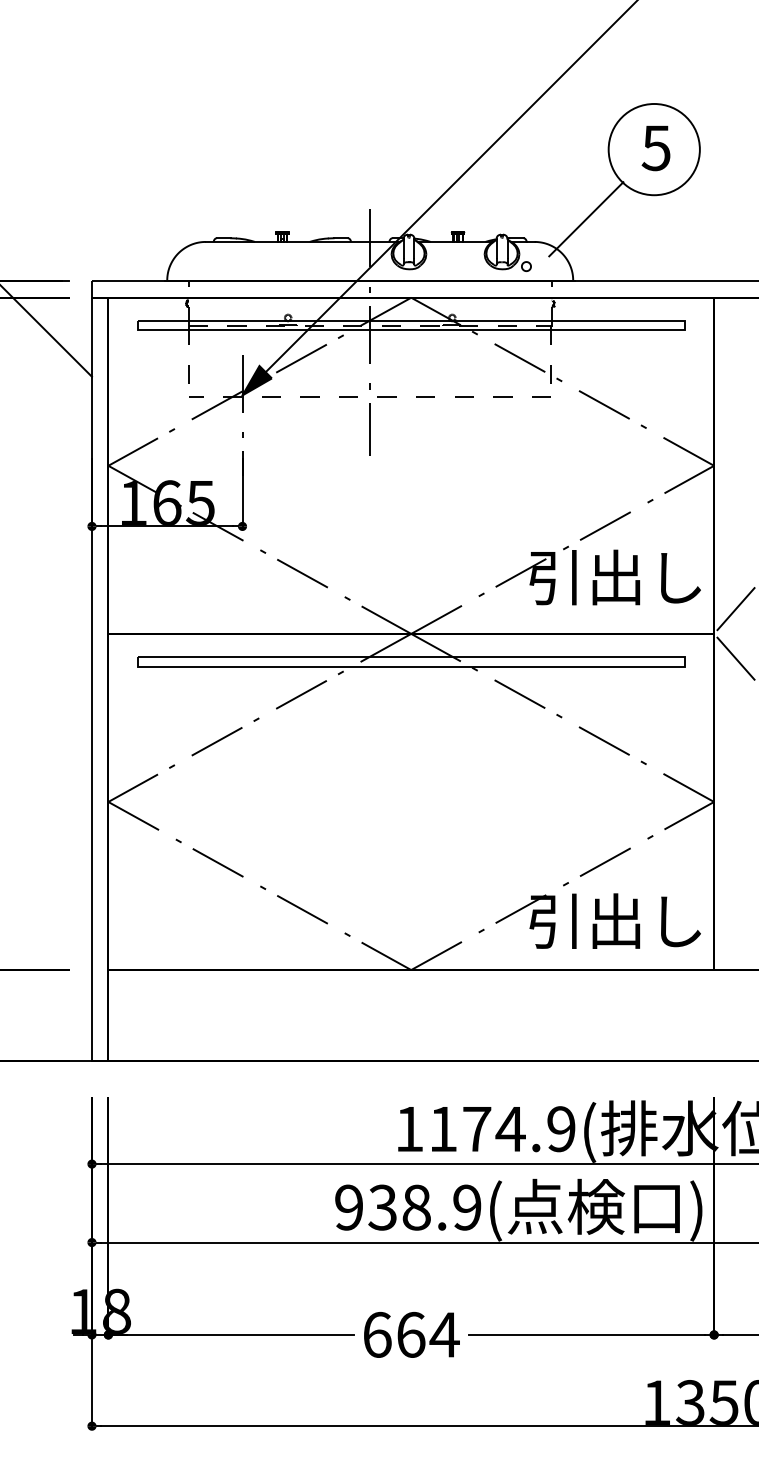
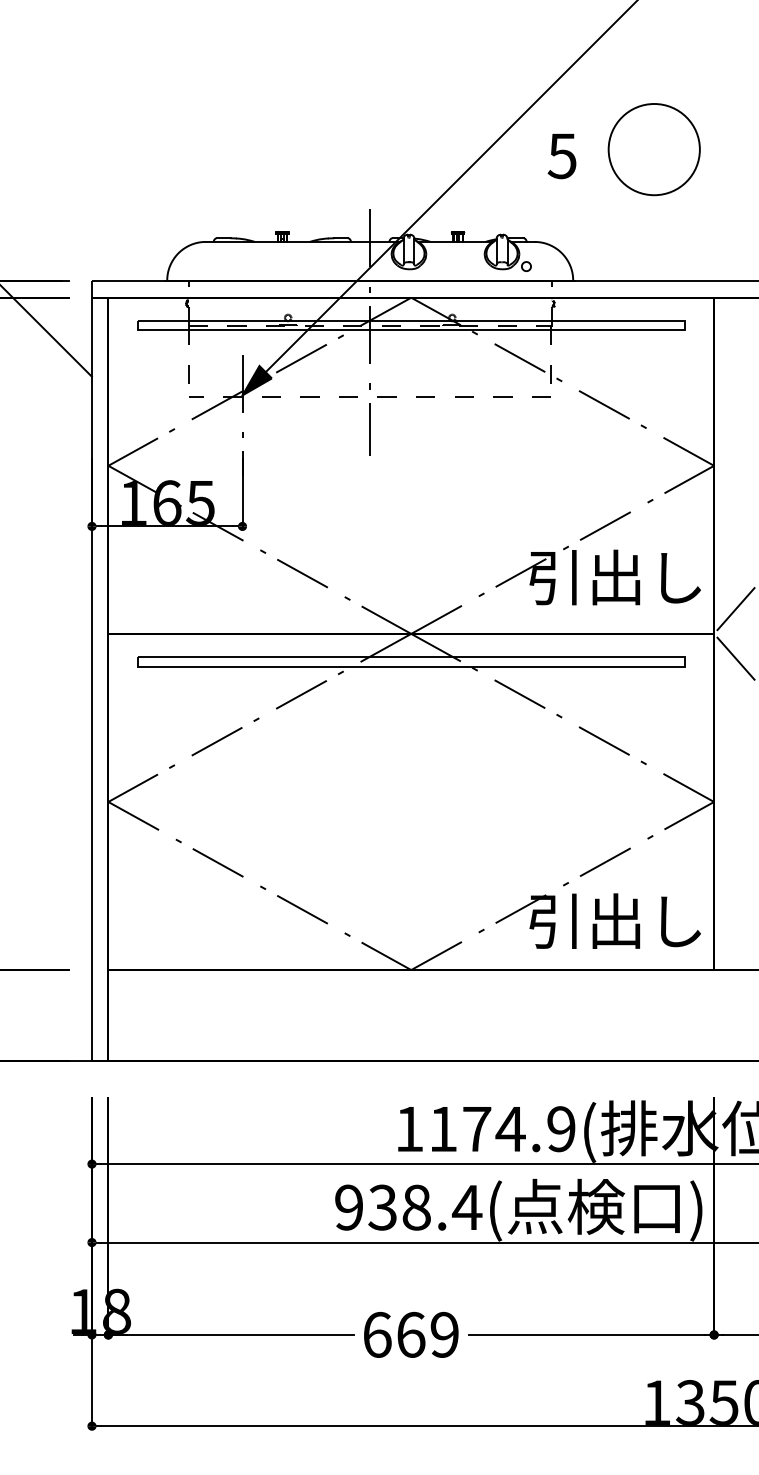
text at (655, 148) position: (655, 148) -> (561, 156)
line at (586, 219): present -> none
text at (467, 1207): 938.9( -> 938.4(
text at (444, 1334): 664 -> 669
